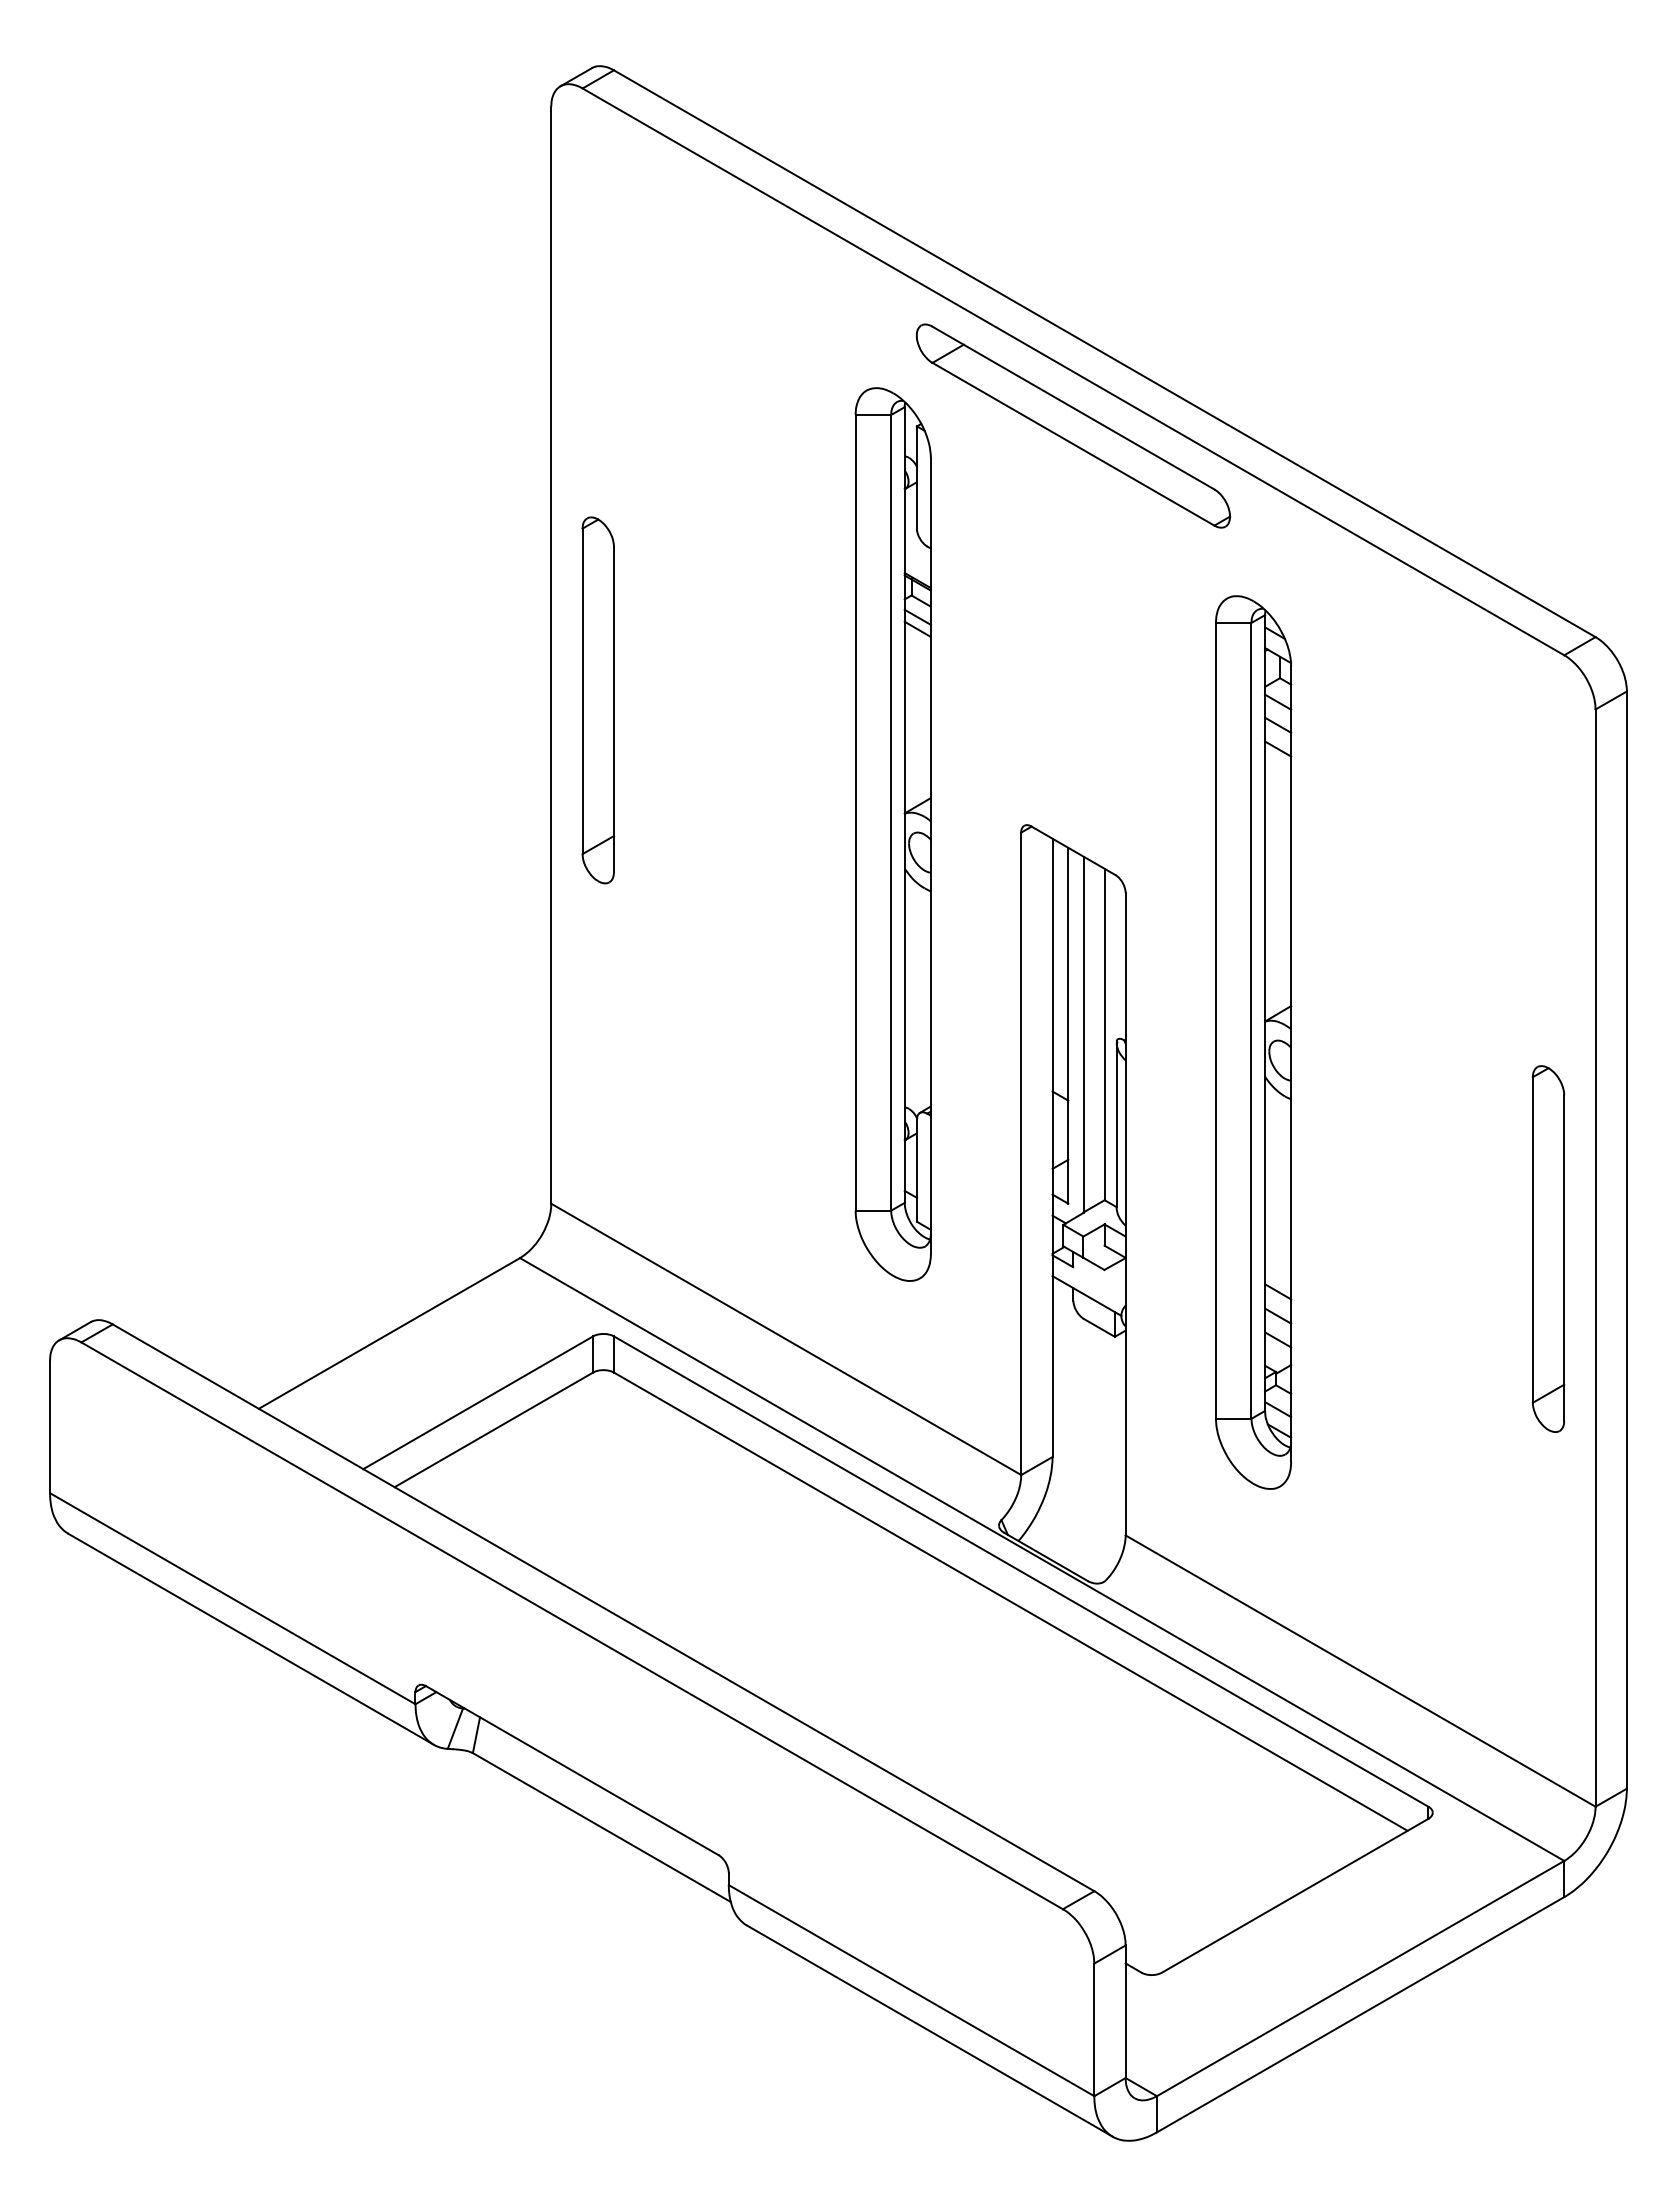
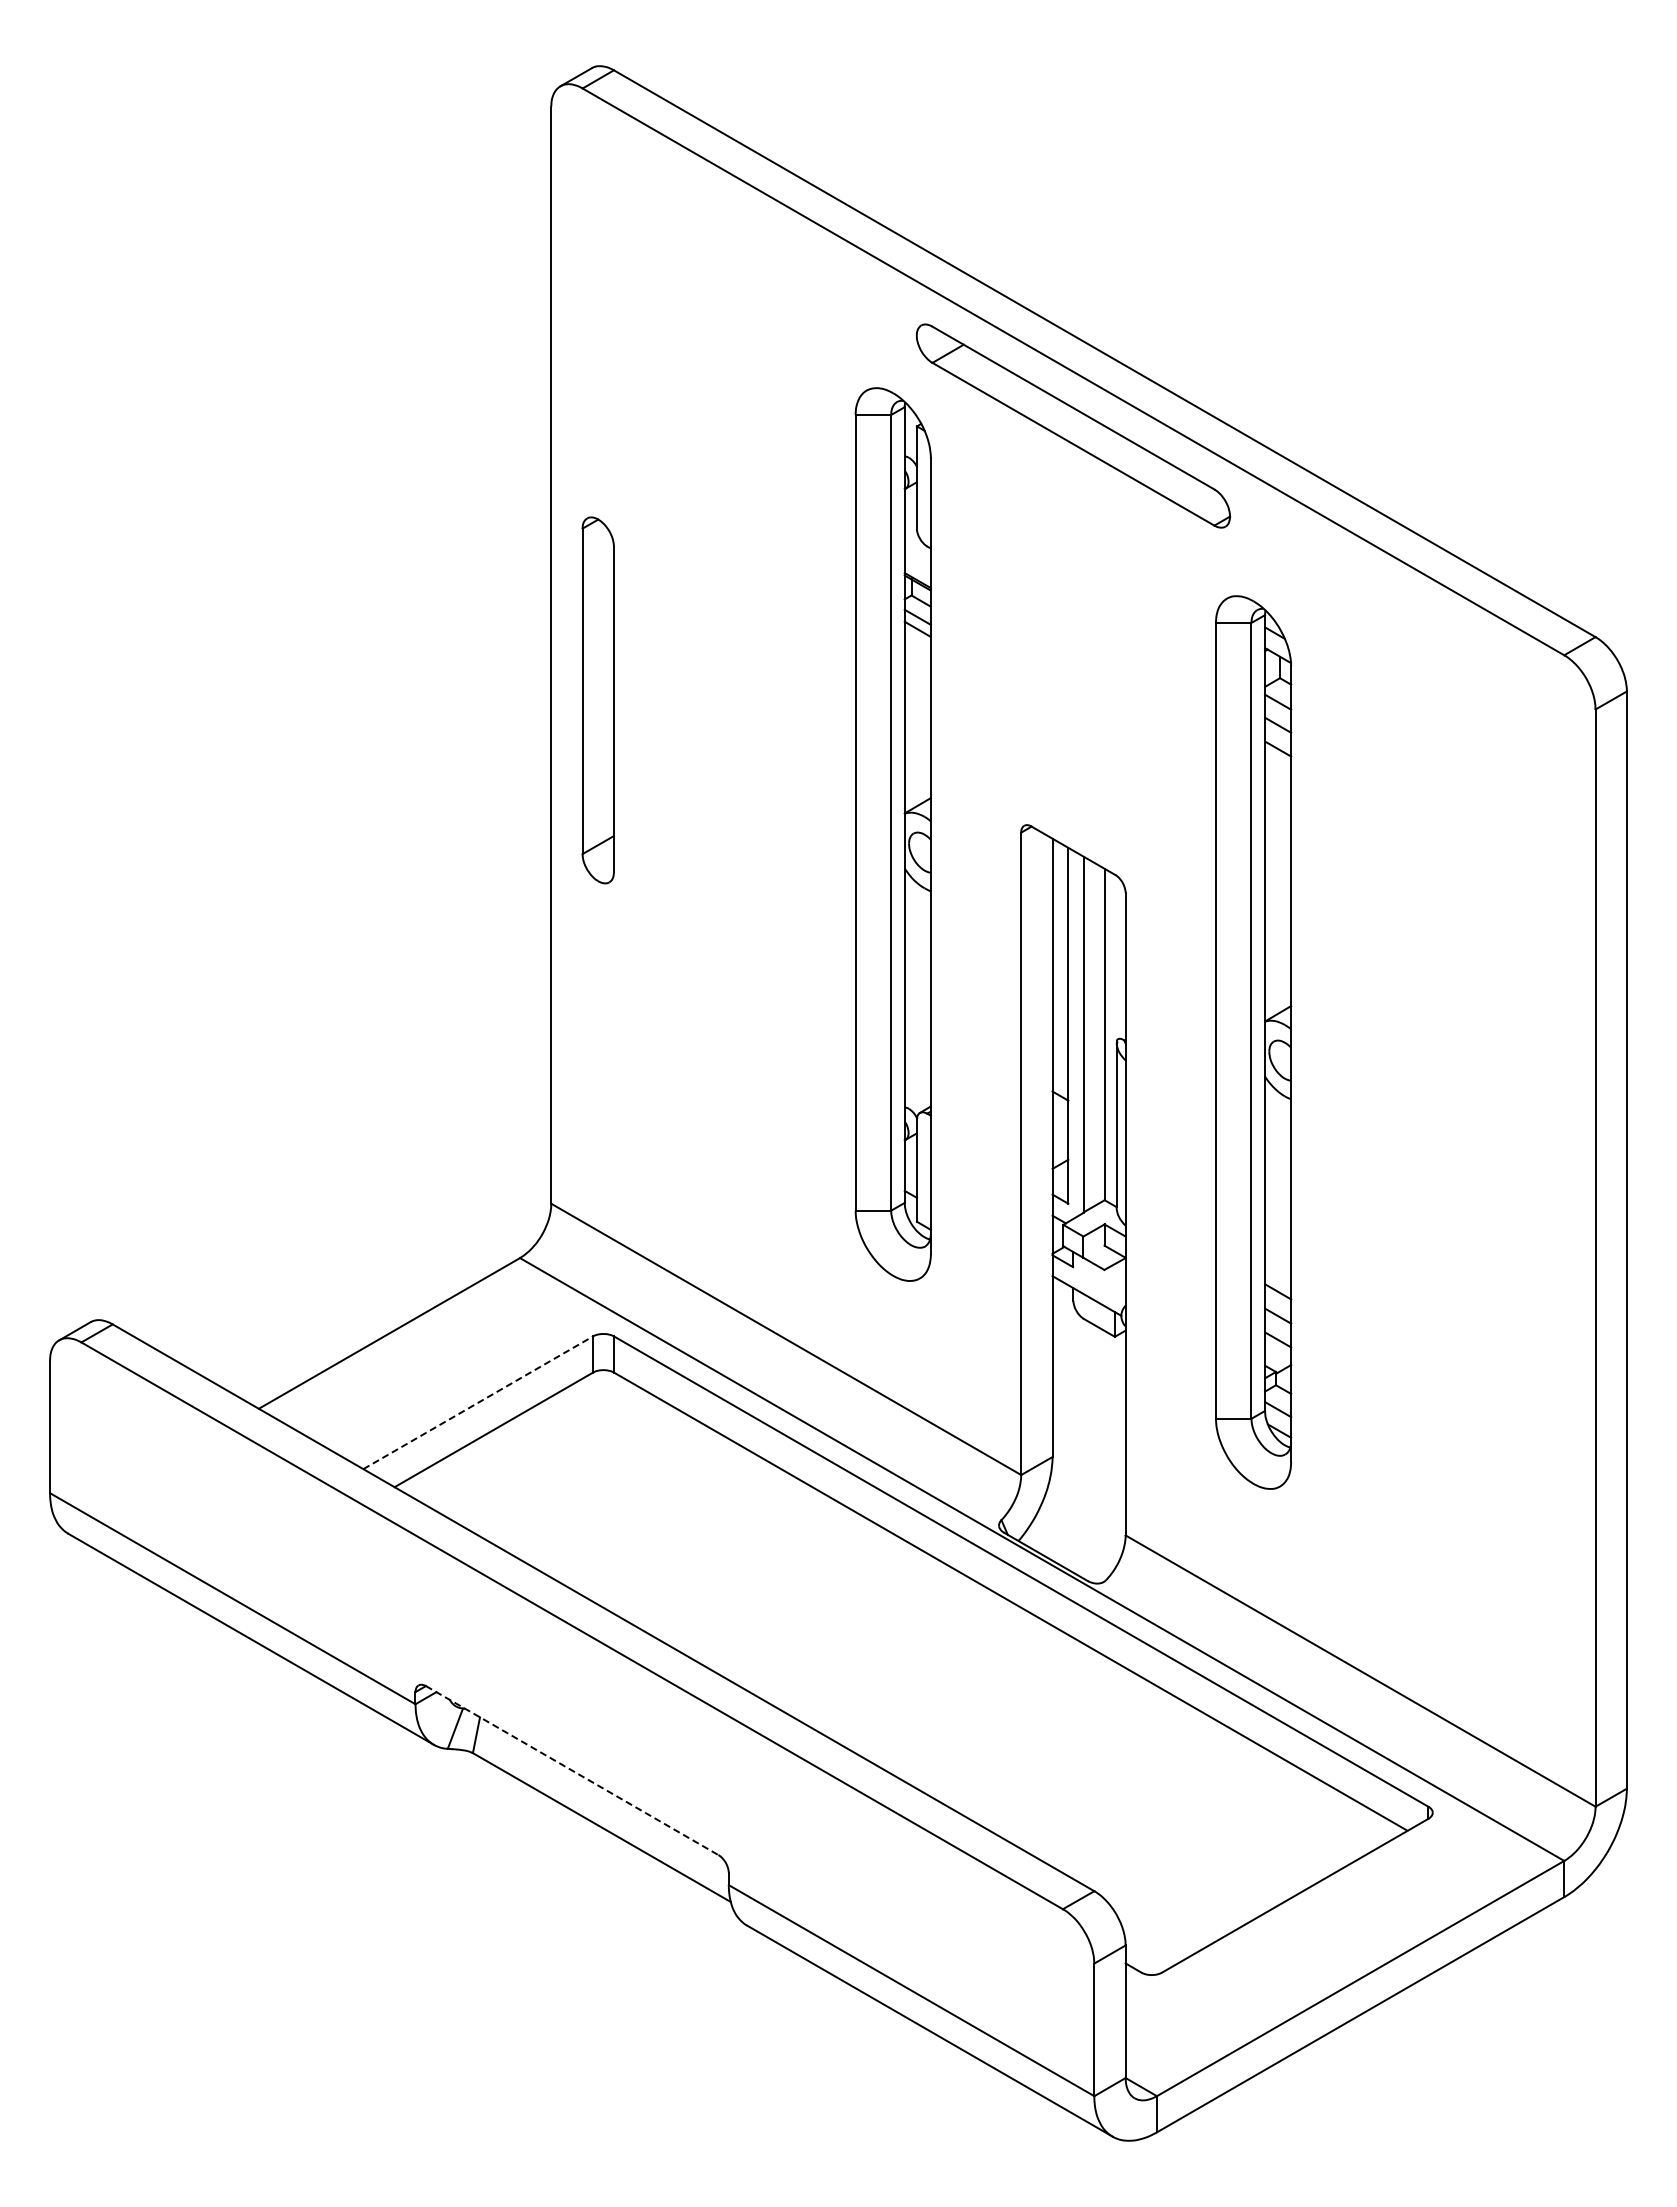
part at (1548, 1248): present -> none
line at (478, 1402): solid -> dashed
line at (572, 1770): solid -> dashed
